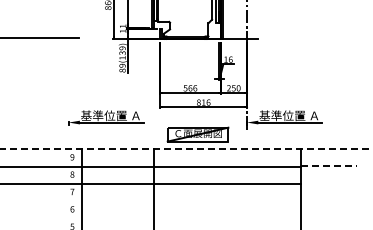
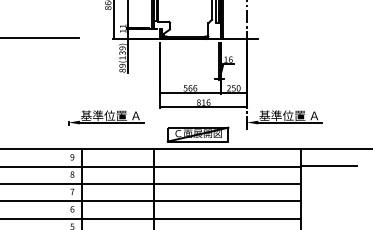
line at (186, 149): dashed -> solid
line at (329, 165): dashed -> solid
line at (151, 201): none -> present
line at (151, 218): none -> present
